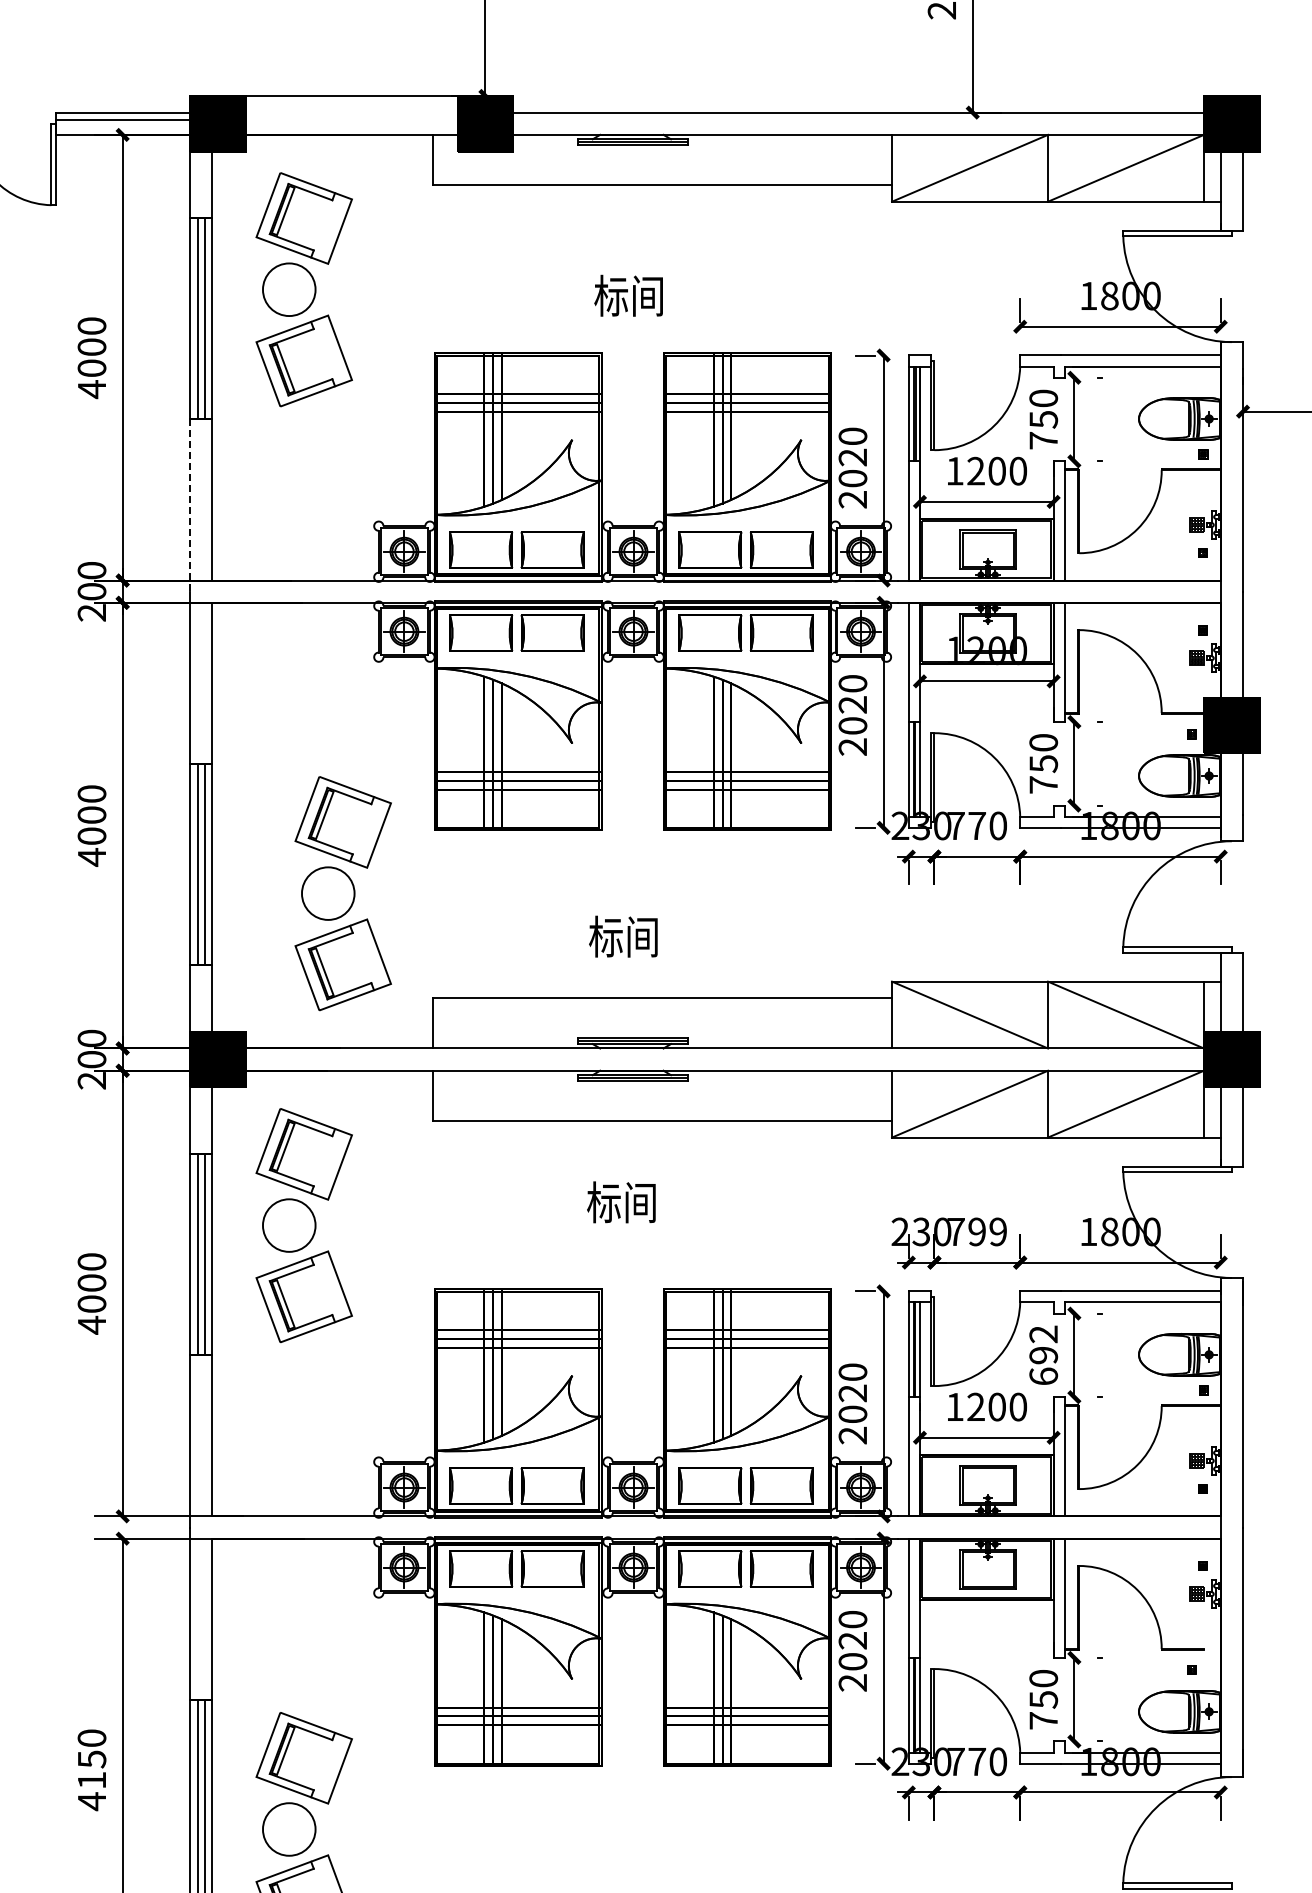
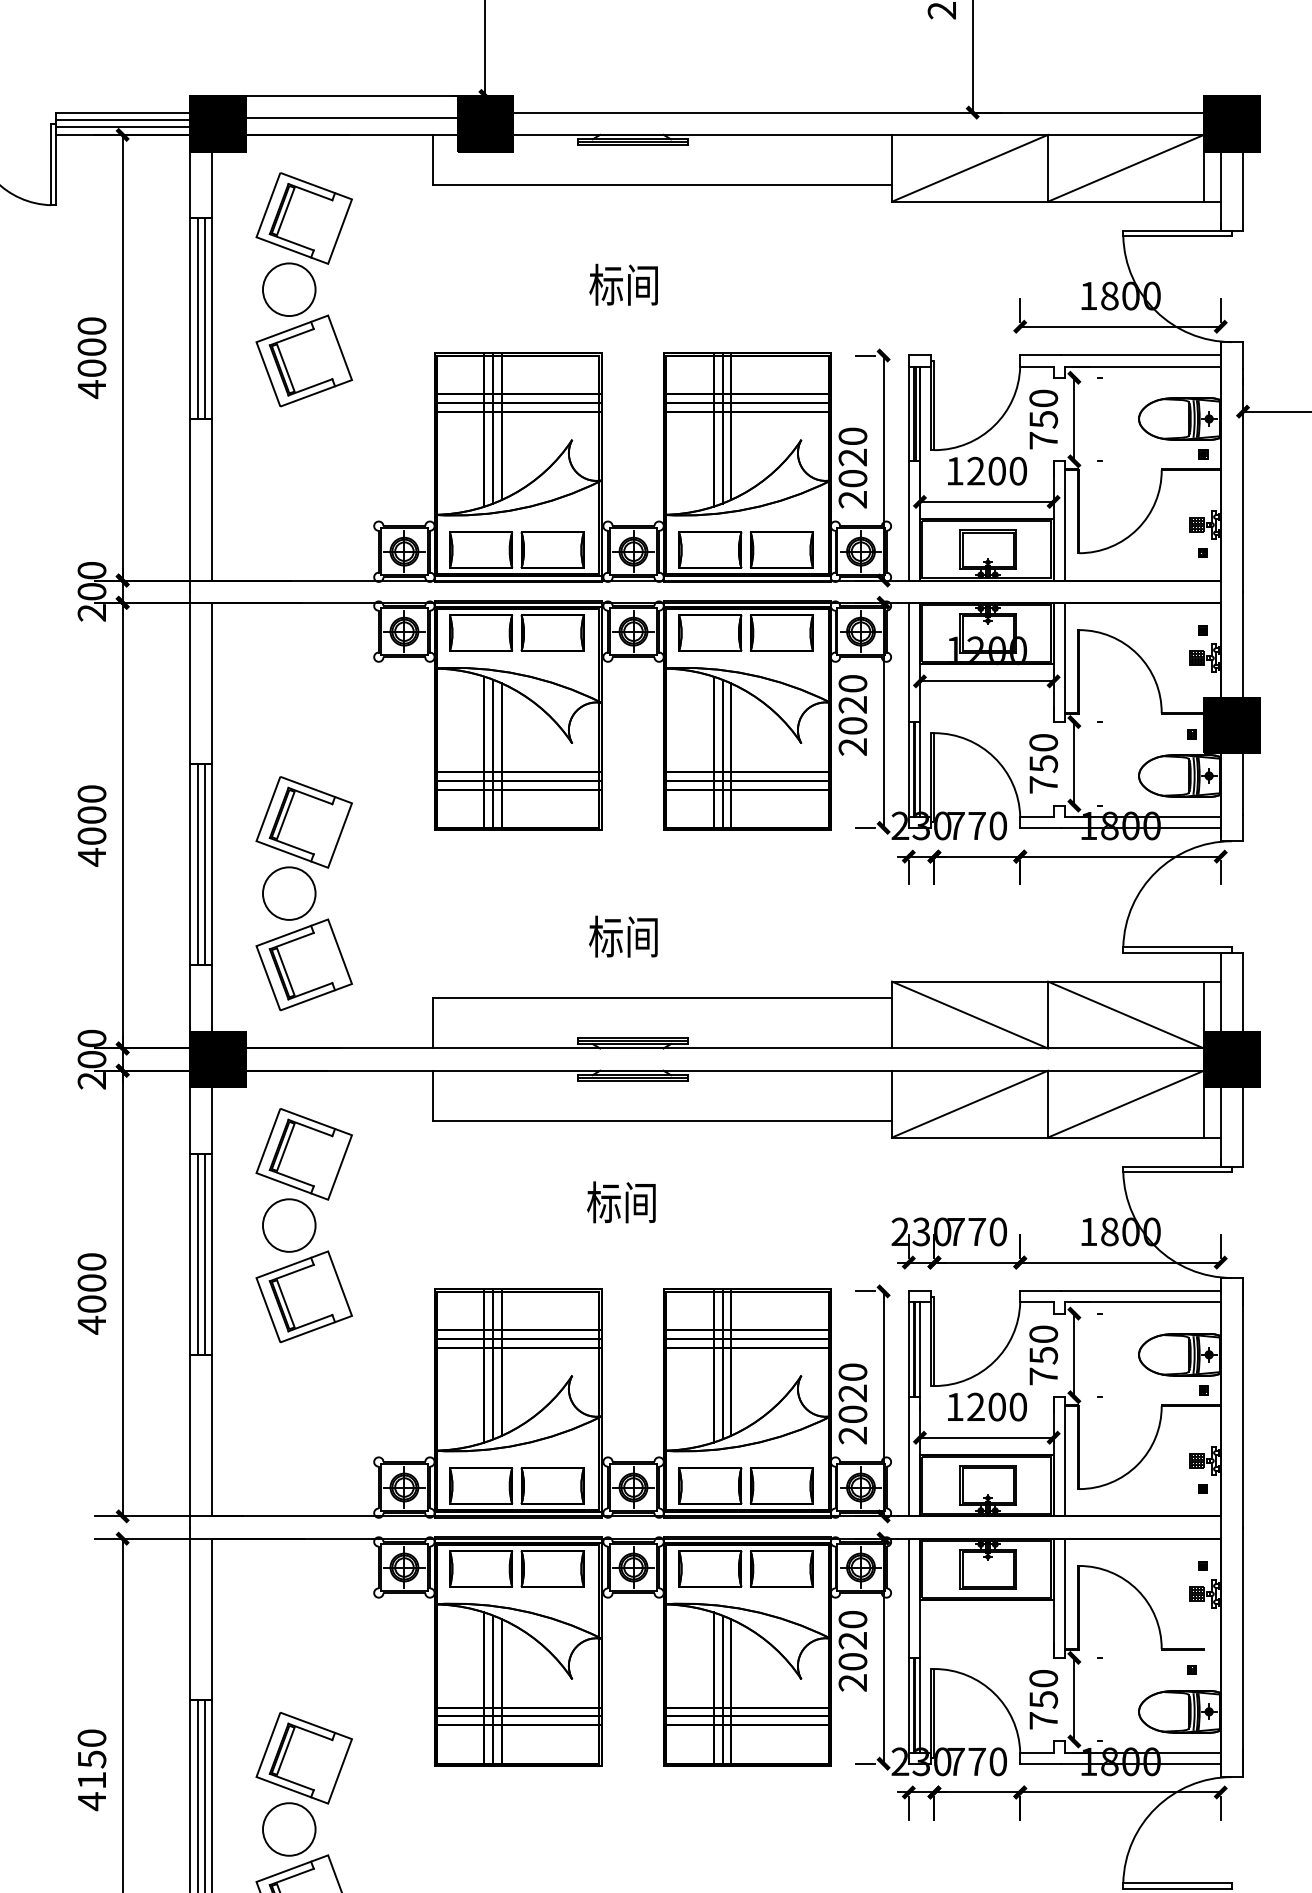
line at (351, 118): none -> present
line at (122, 127): none -> present
text at (628, 295) position: (628, 295) -> (623, 284)
line at (190, 505): dashed -> solid
part at (342, 893) position: (342, 893) -> (303, 893)
text at (987, 1231): 799 -> 770
text at (1043, 1355): 692 -> 750
